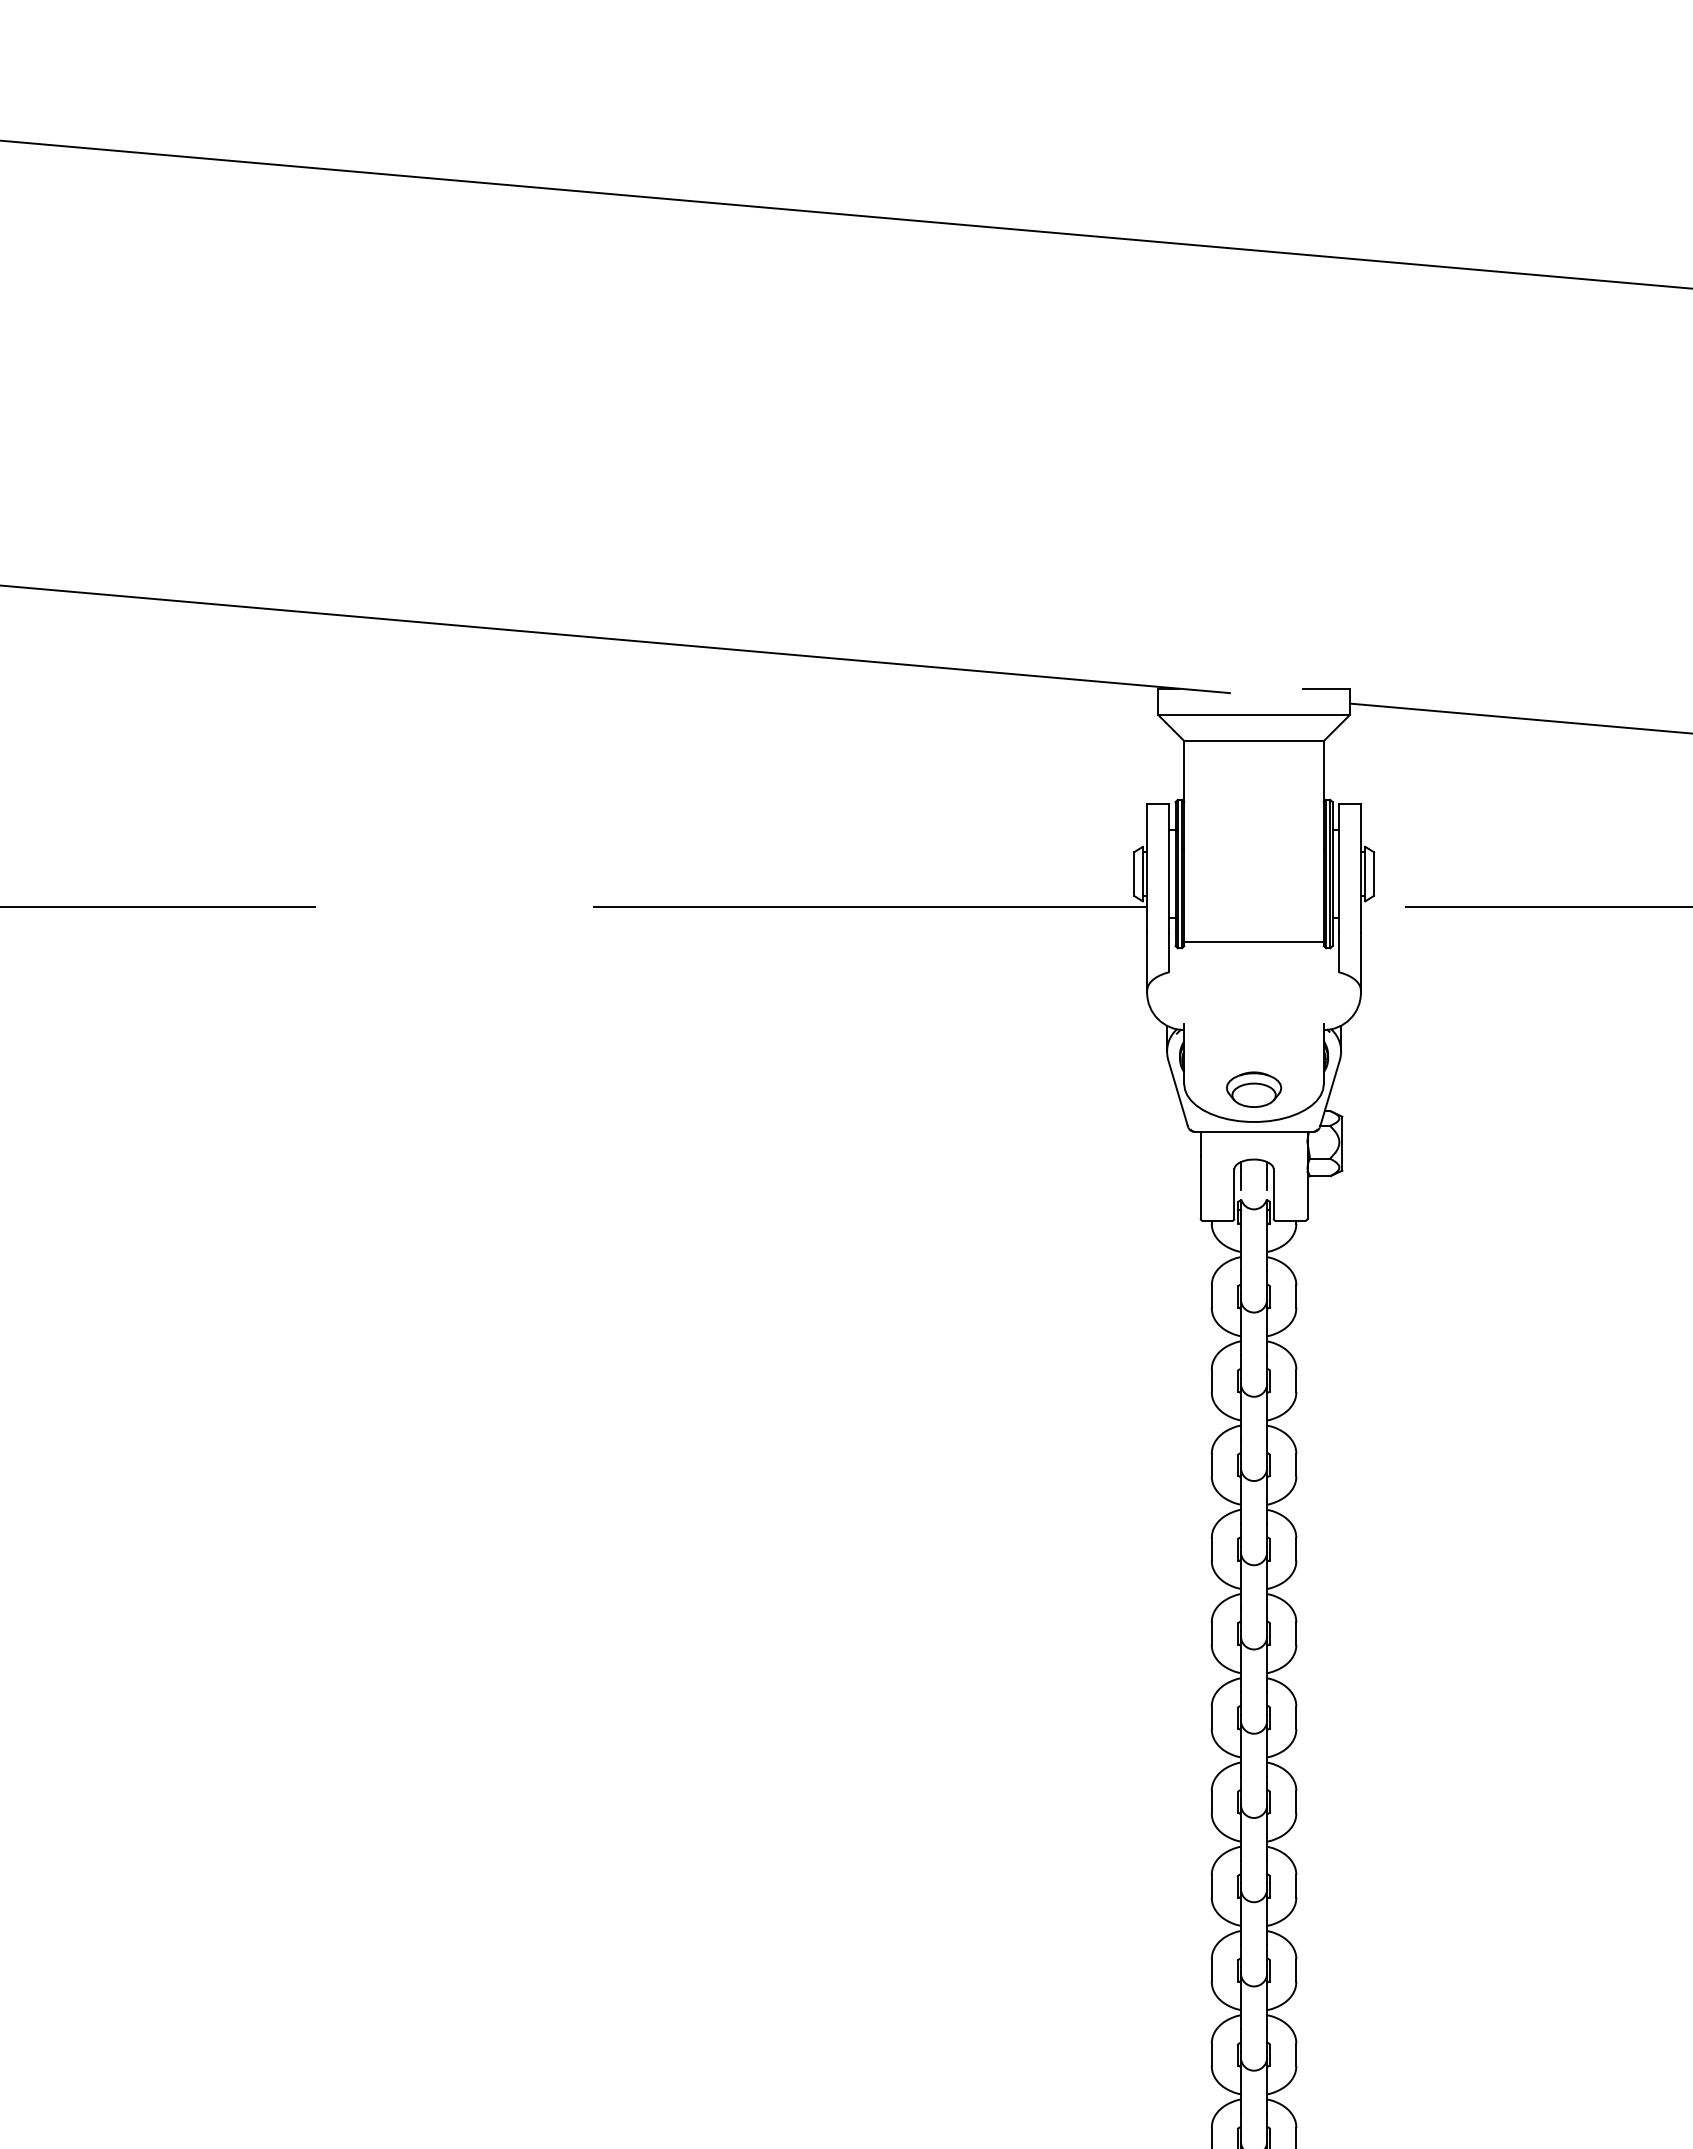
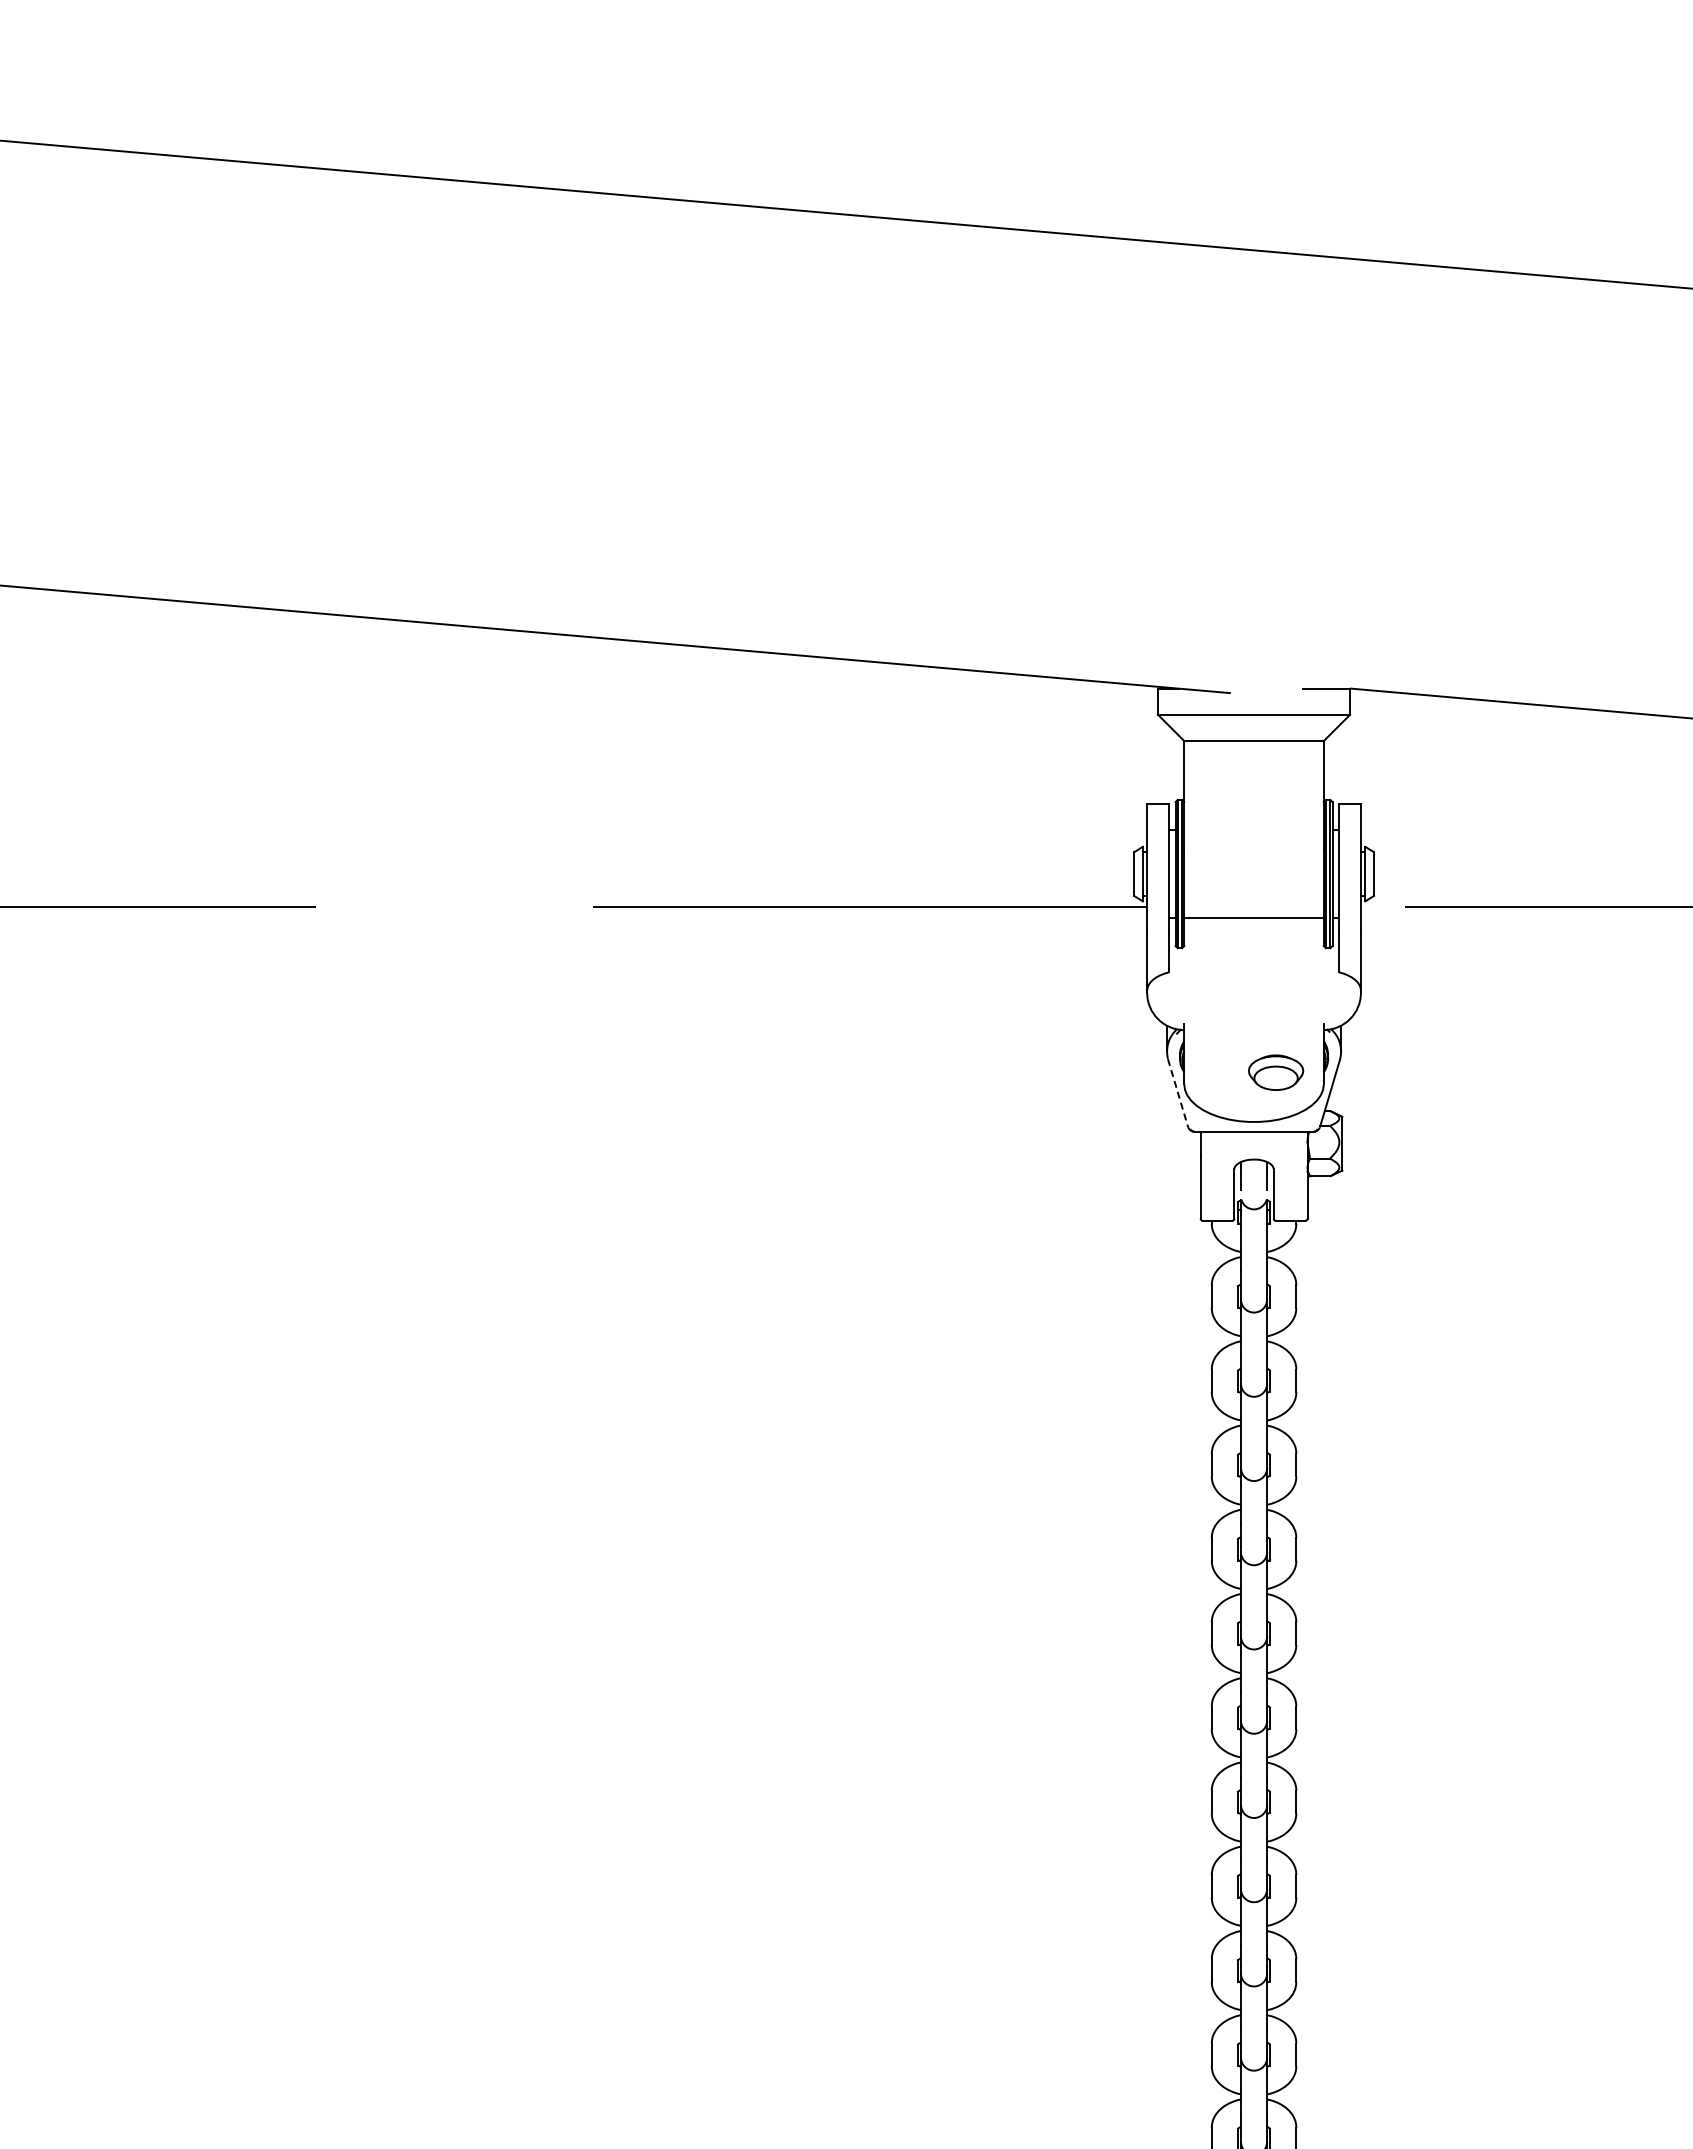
line at (1519, 718) position: (1519, 718) -> (1520, 703)
line at (1253, 941) position: (1253, 941) -> (1253, 917)
part at (1254, 1089) position: (1254, 1089) -> (1276, 1072)
line at (1177, 1092): solid -> dashed
